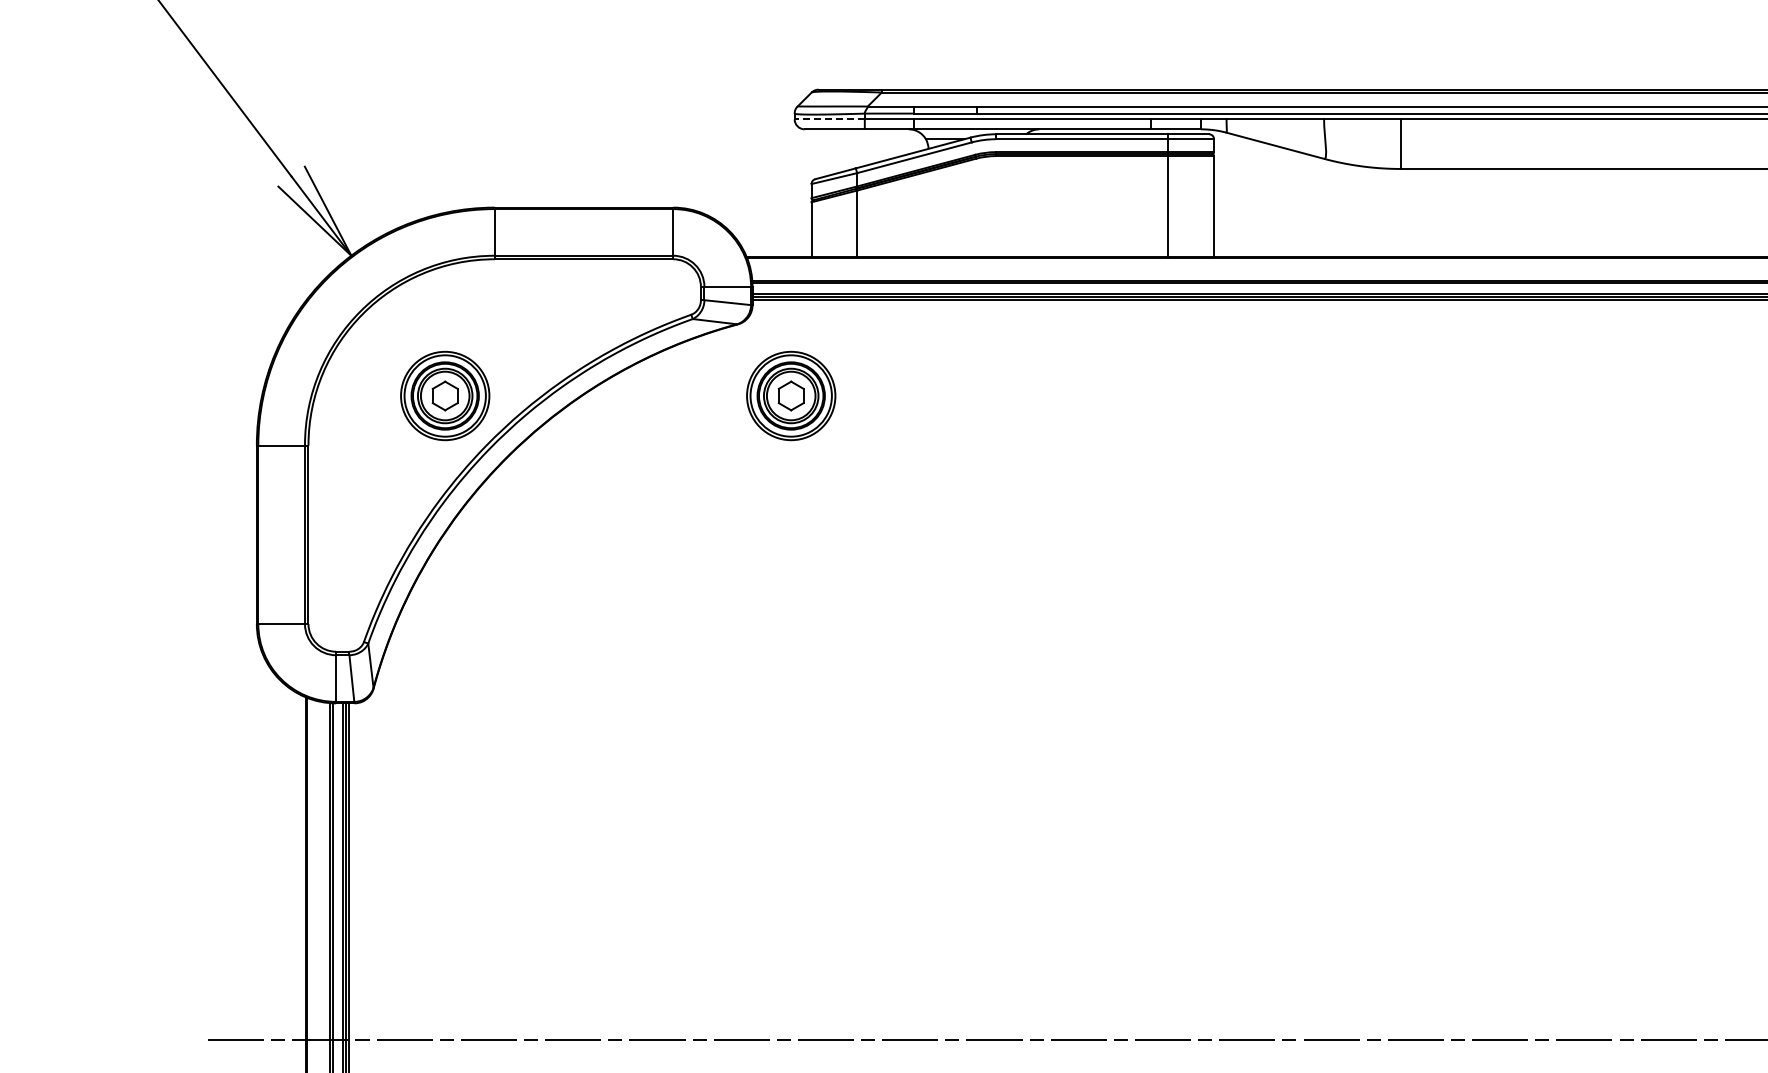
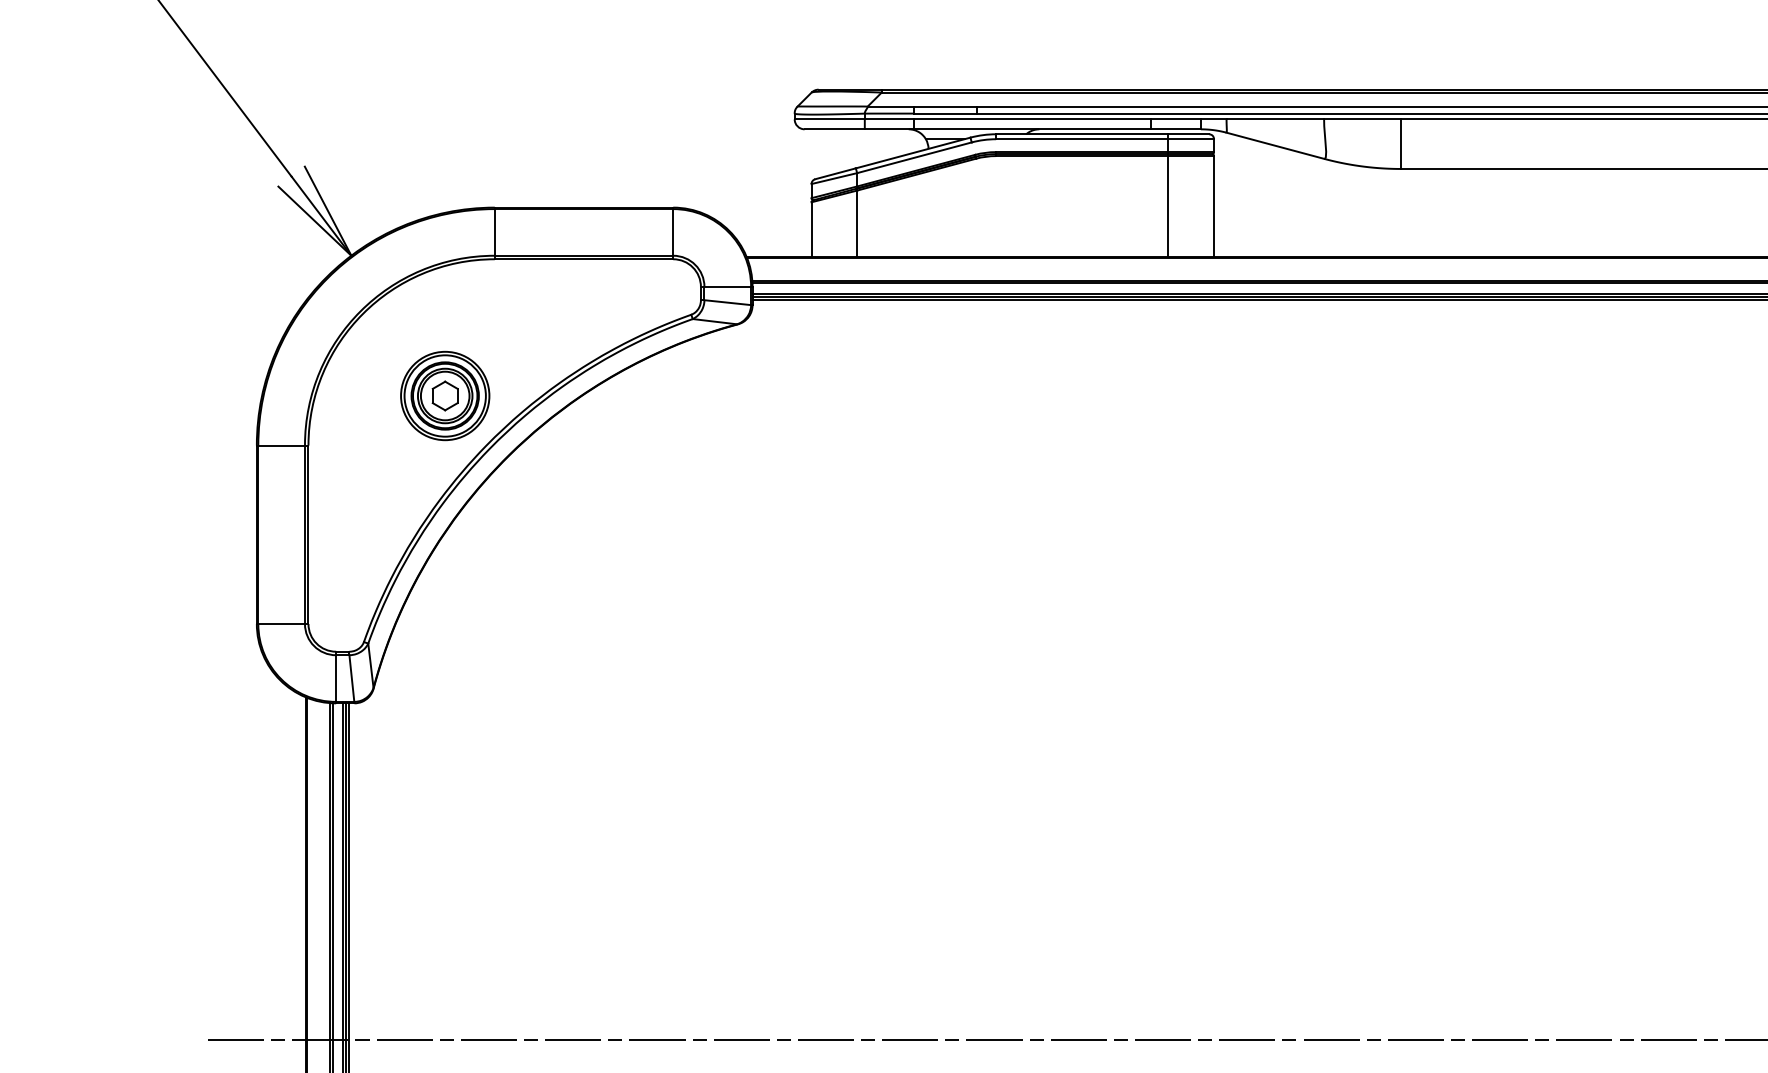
line at (829, 119): dashed -> solid
part at (791, 395): present -> none
